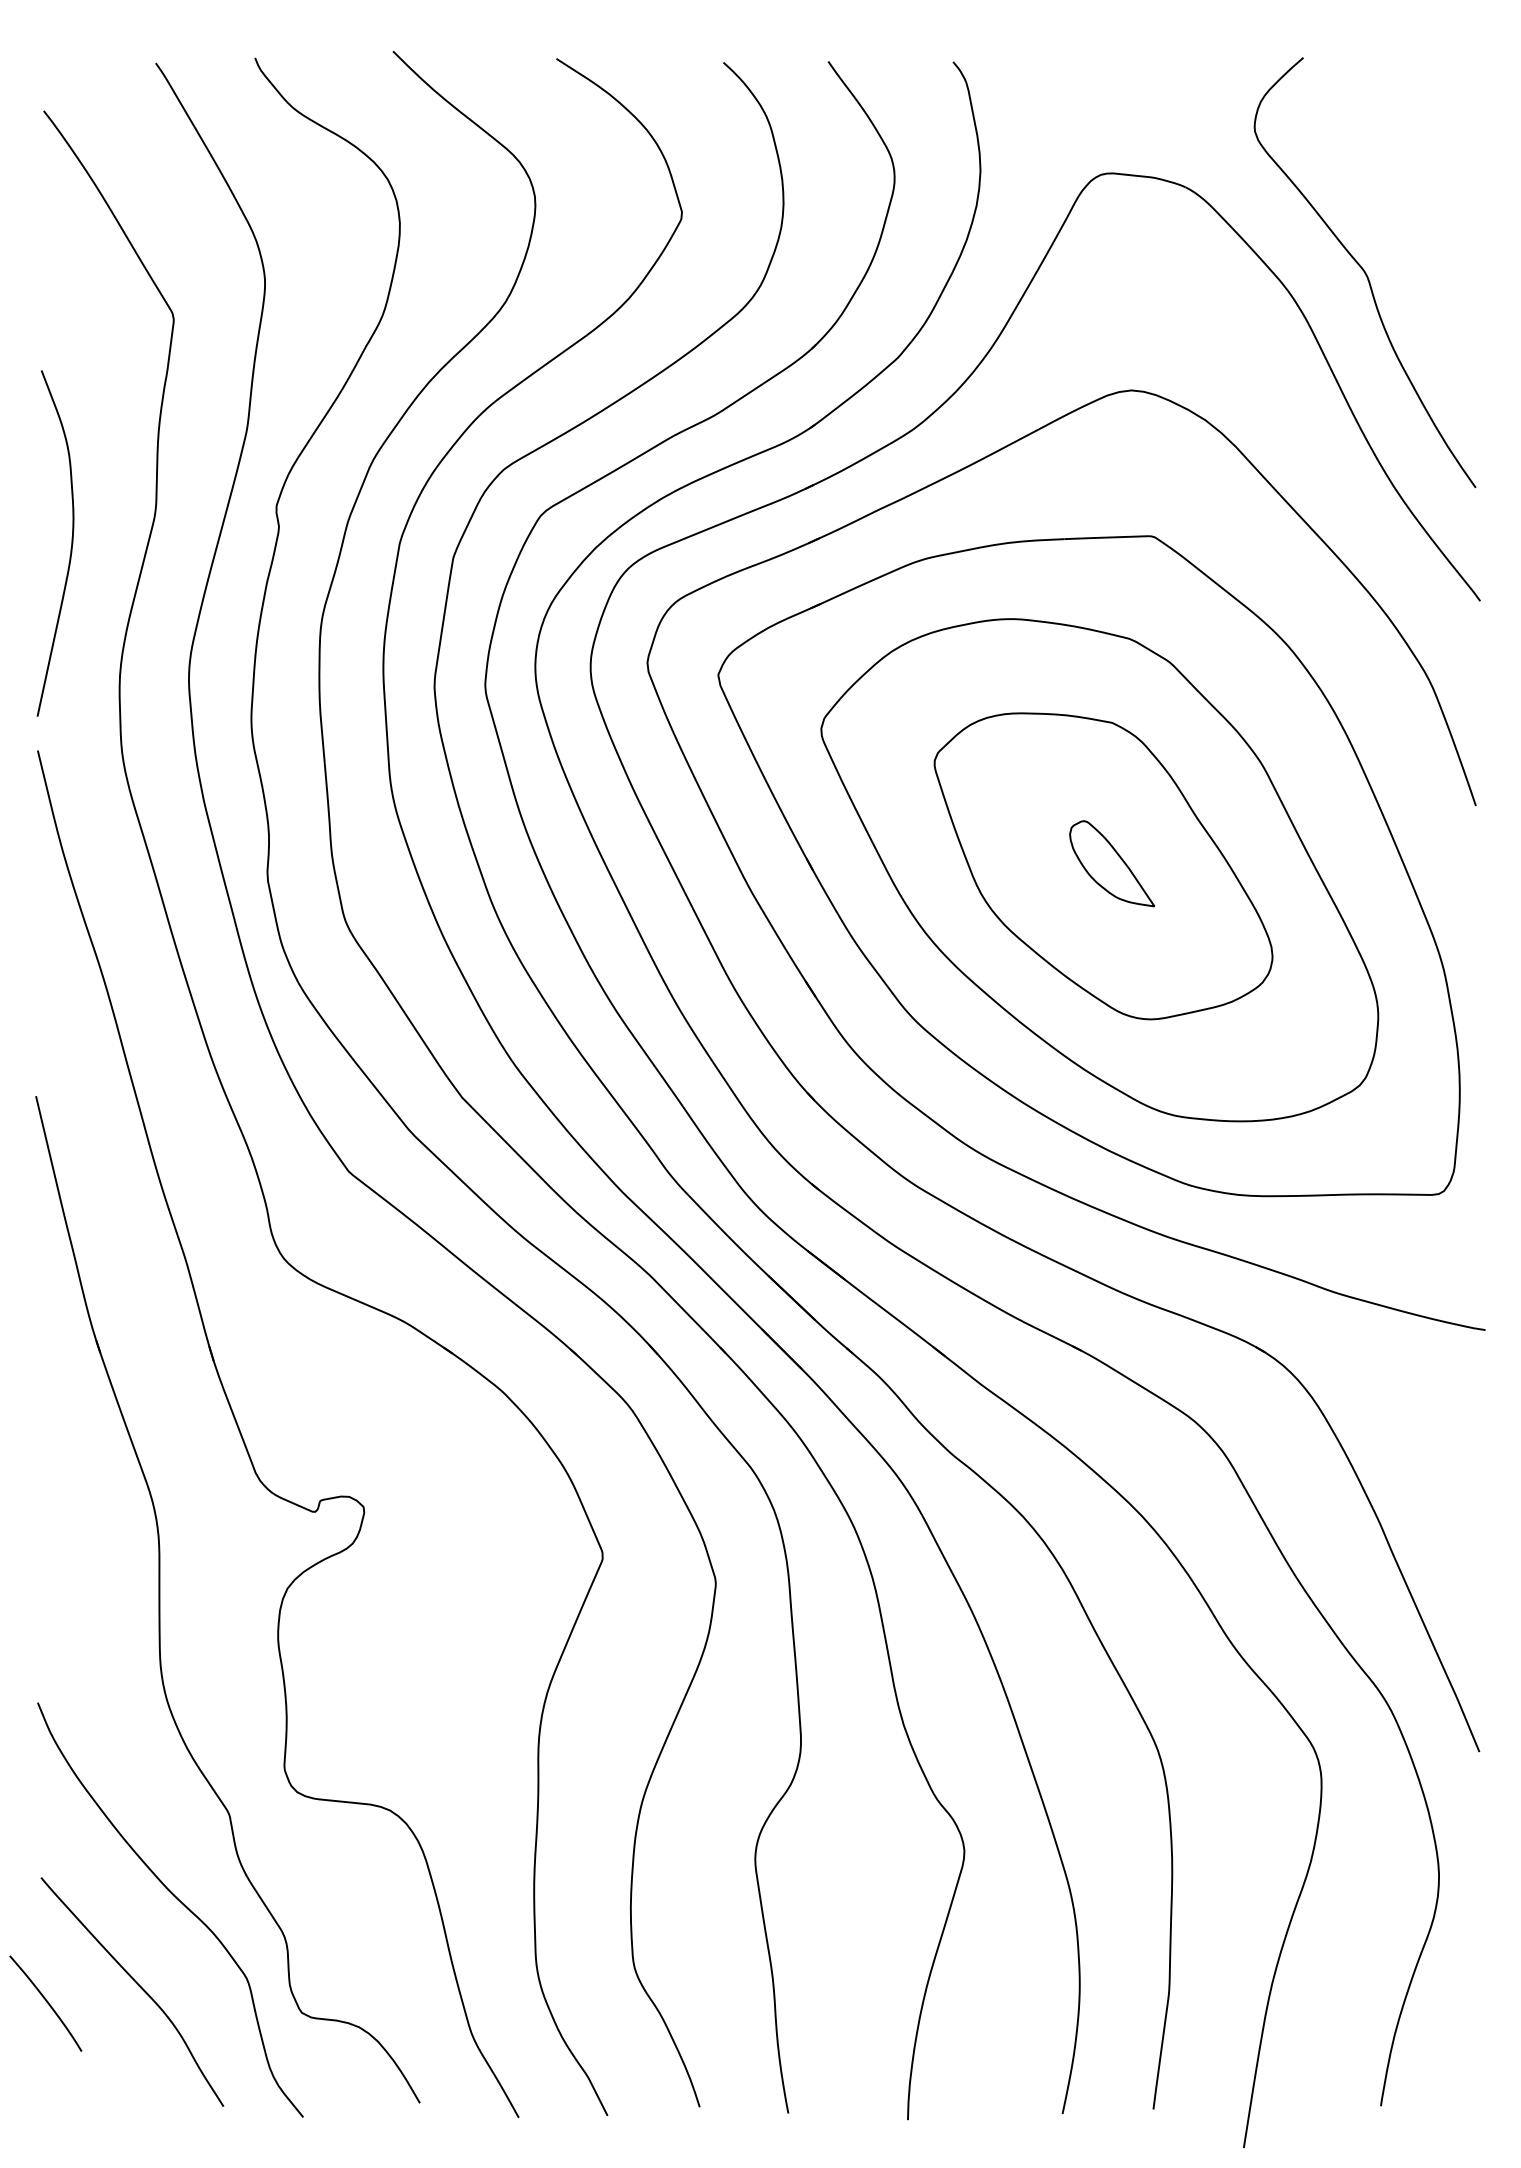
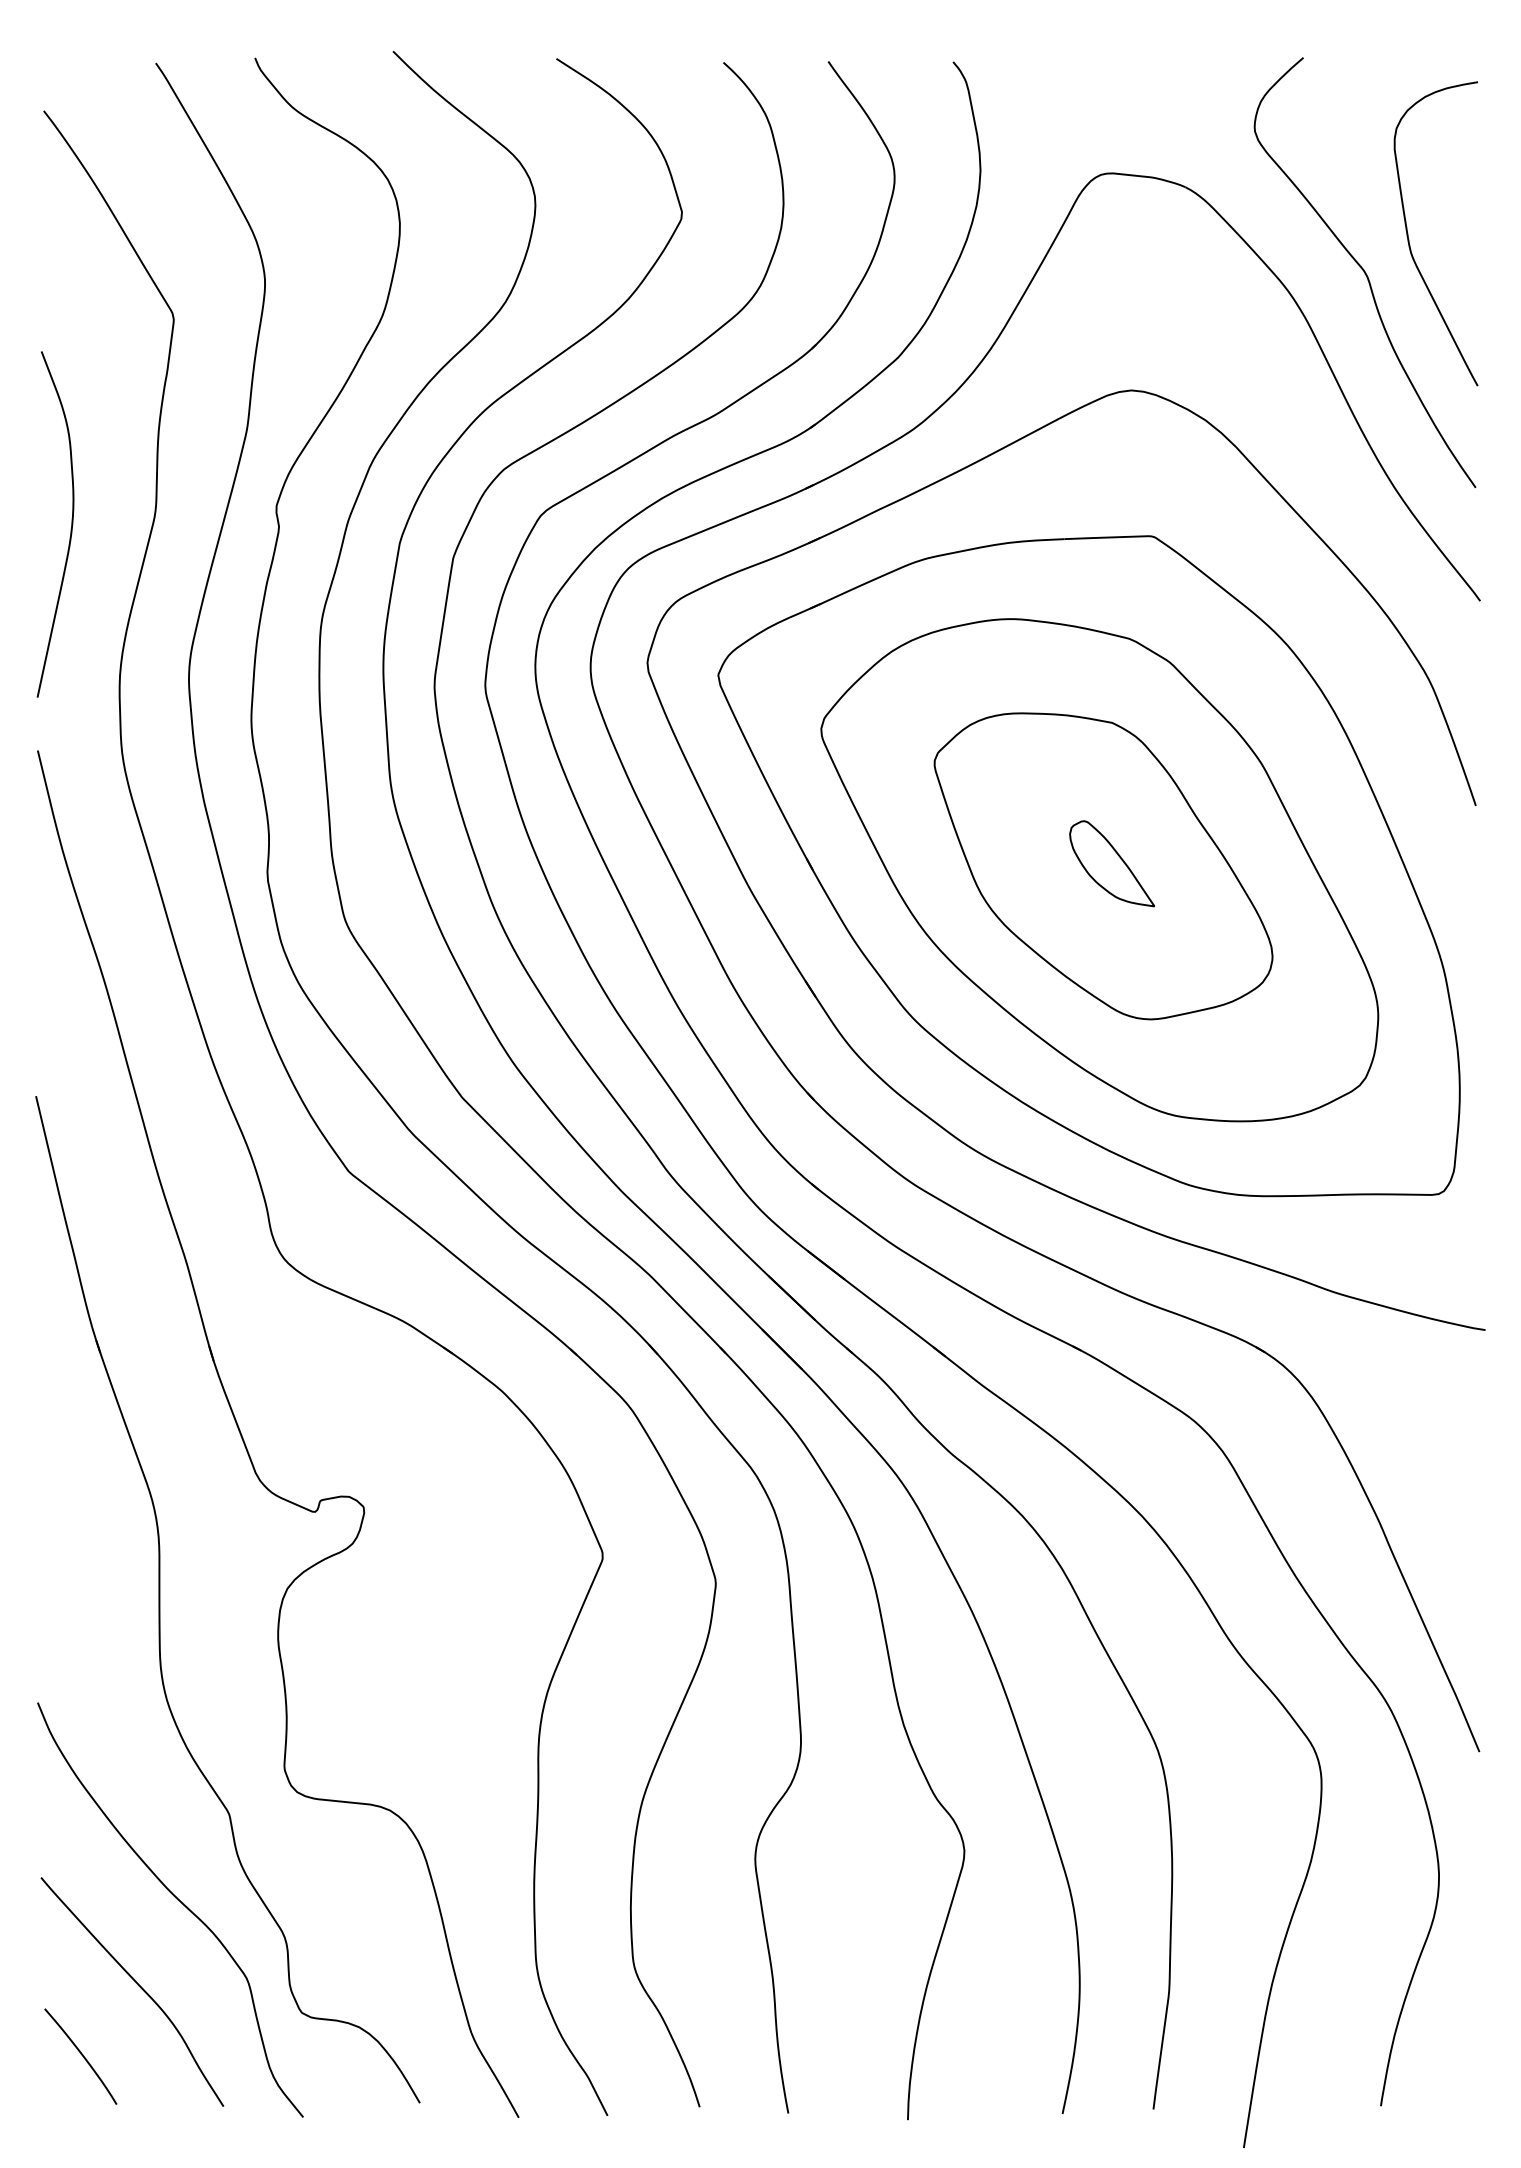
curve at (1409, 239): none -> present
curve at (70, 548) position: (70, 548) -> (70, 529)
curve at (46, 2002) position: (46, 2002) -> (81, 2055)
